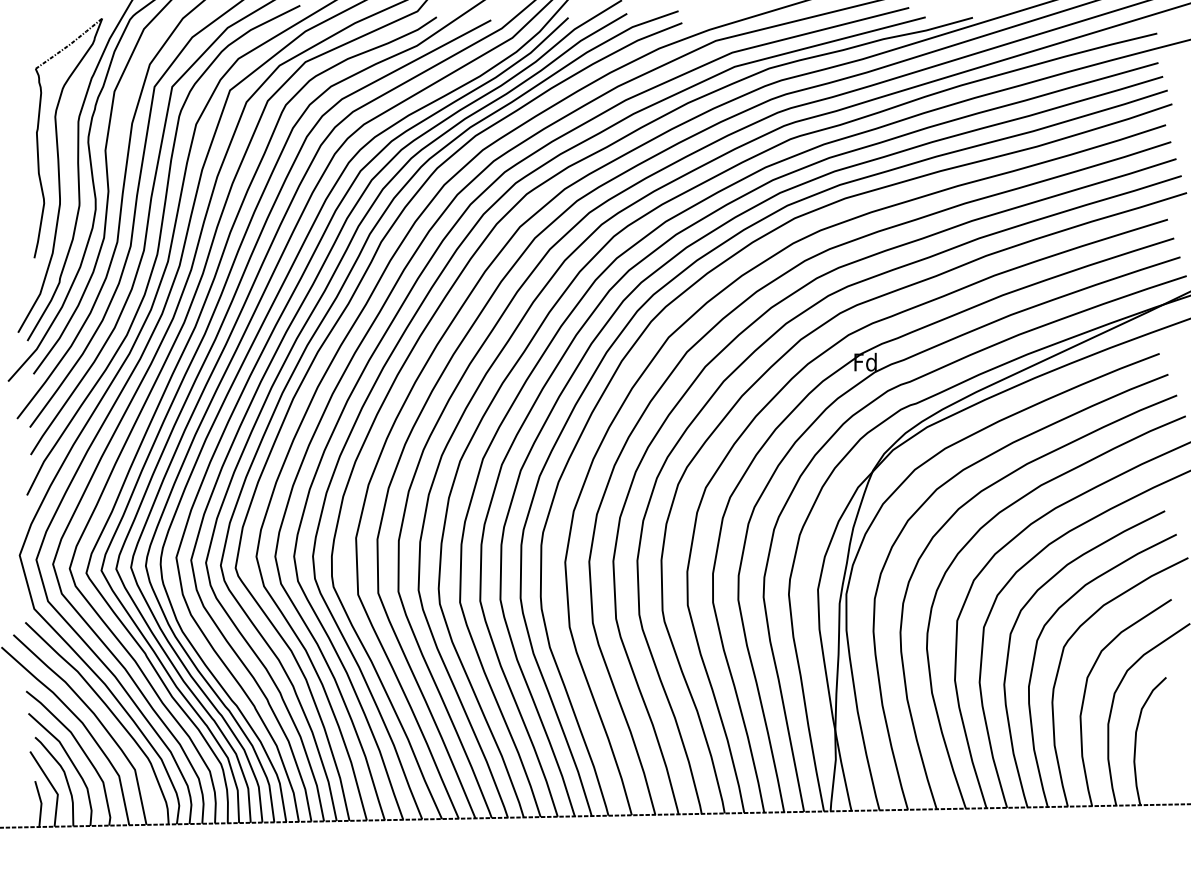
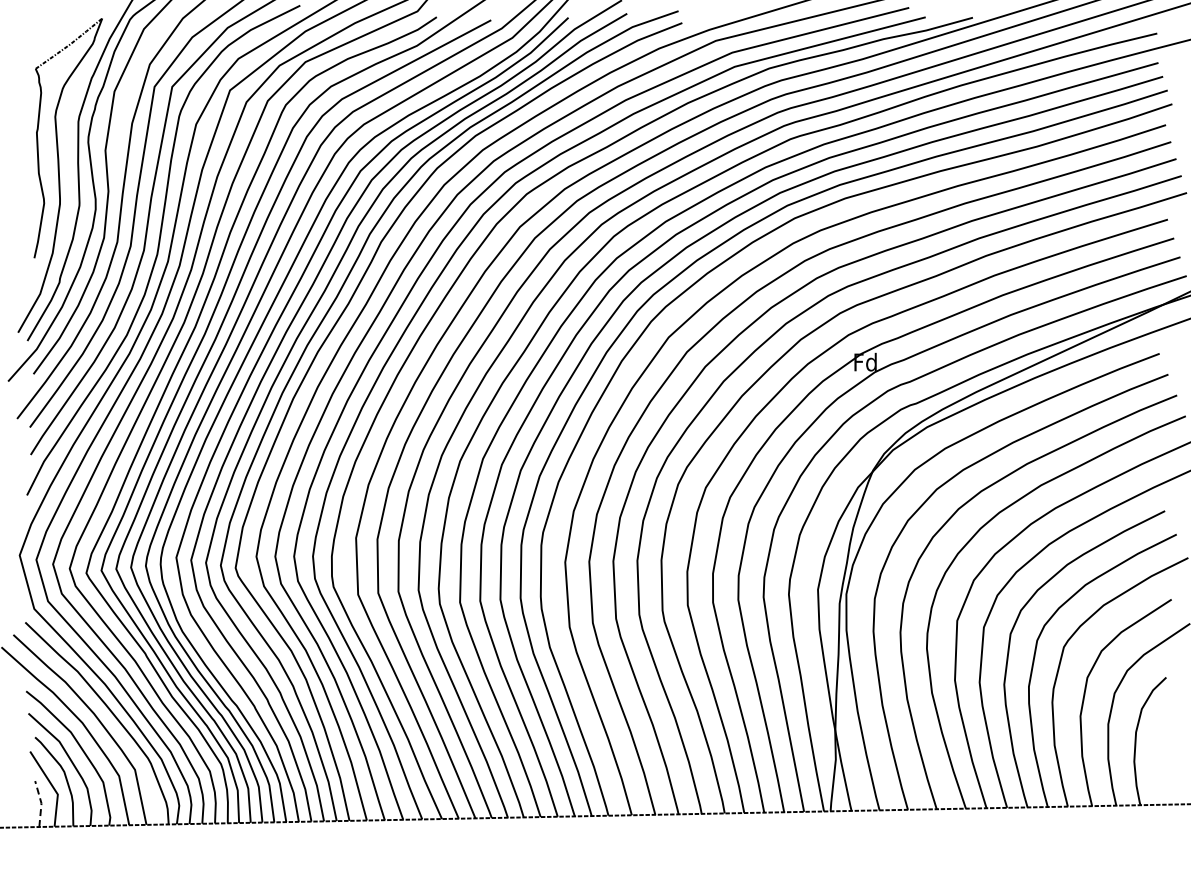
line at (41, 803): solid -> dashed
